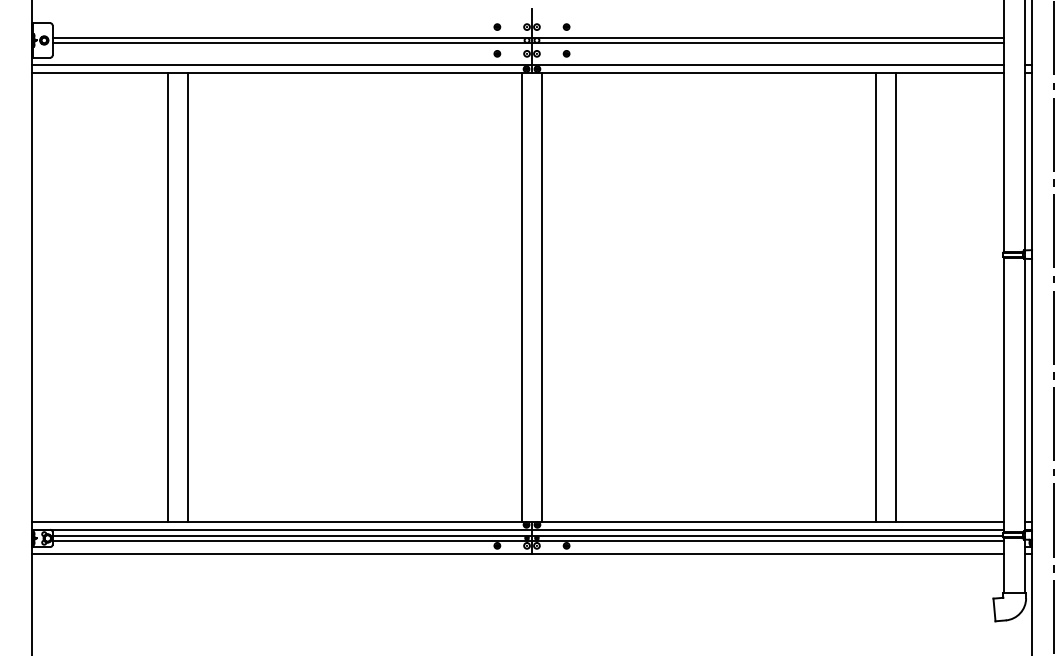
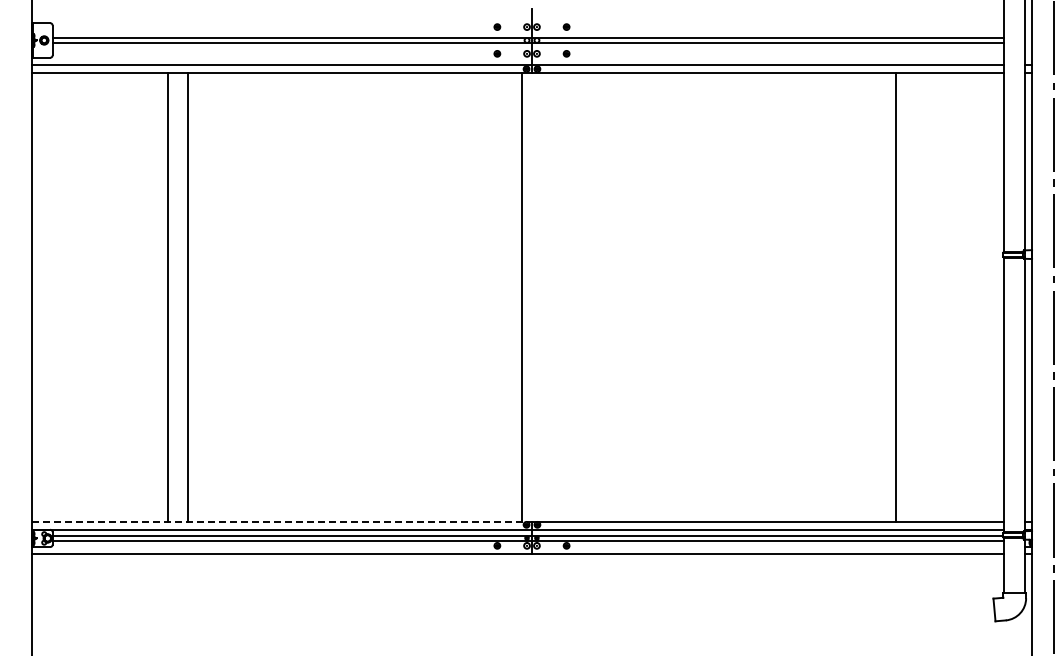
line at (541, 296): present -> none
line at (876, 296): present -> none
line at (282, 521): solid -> dashed
